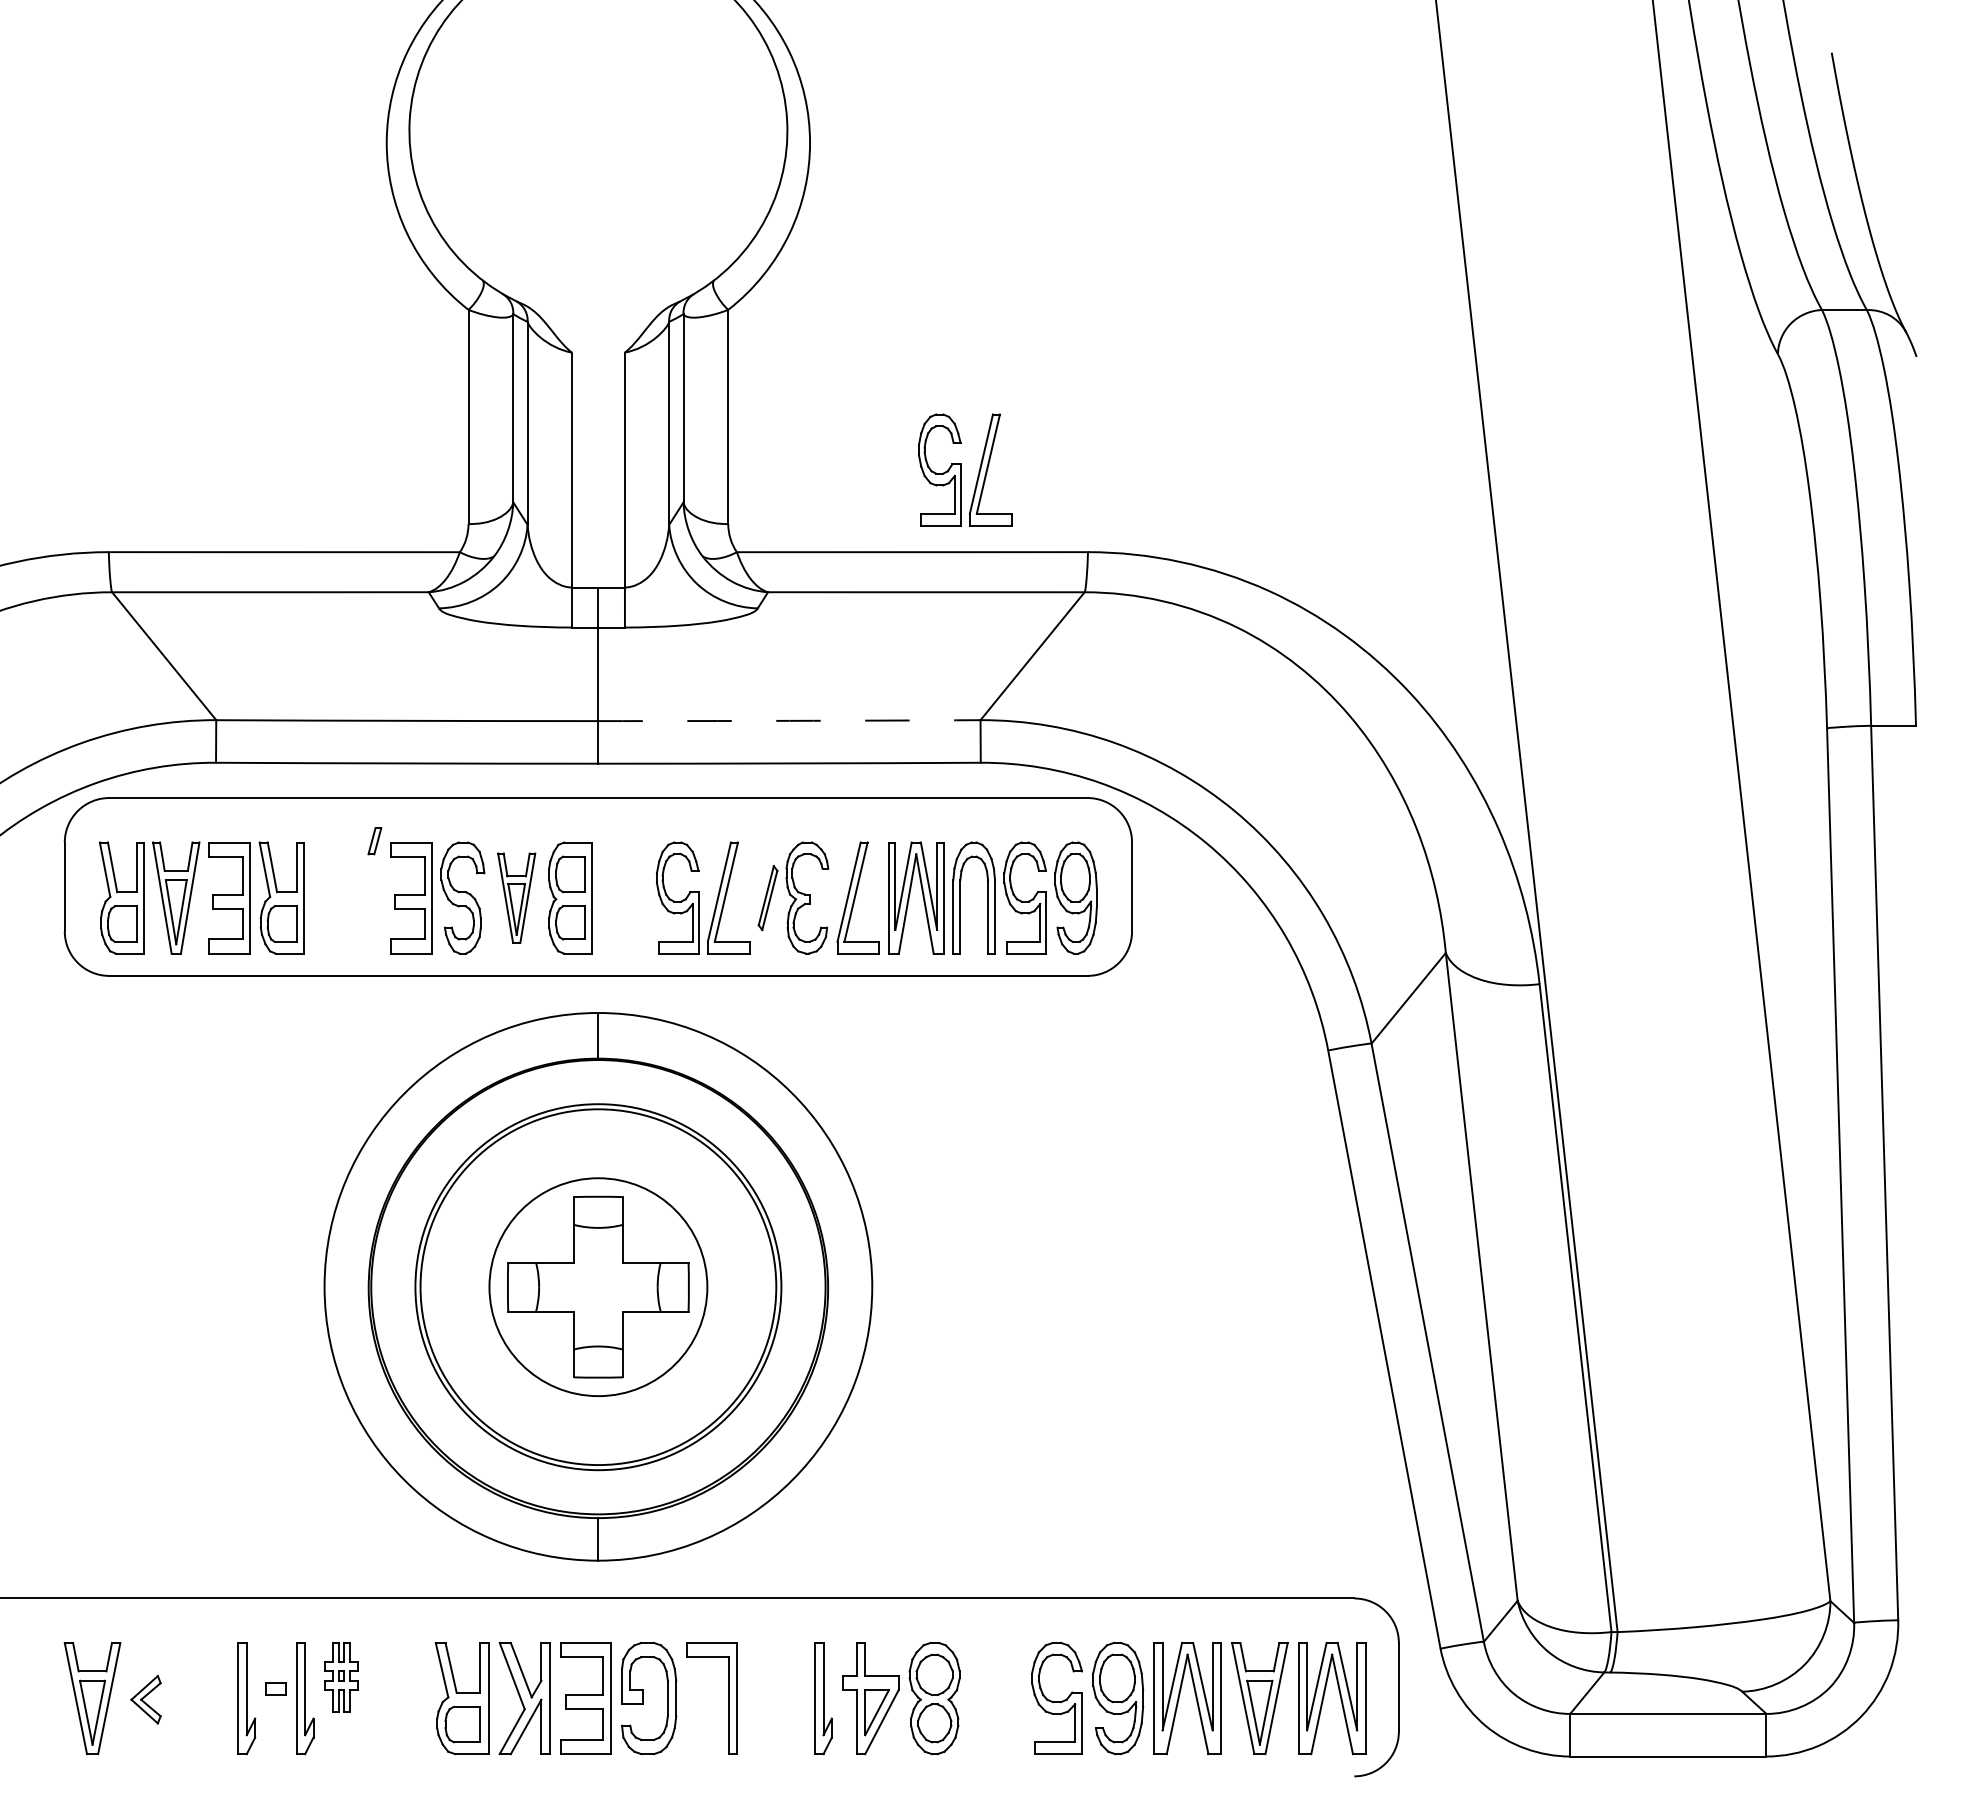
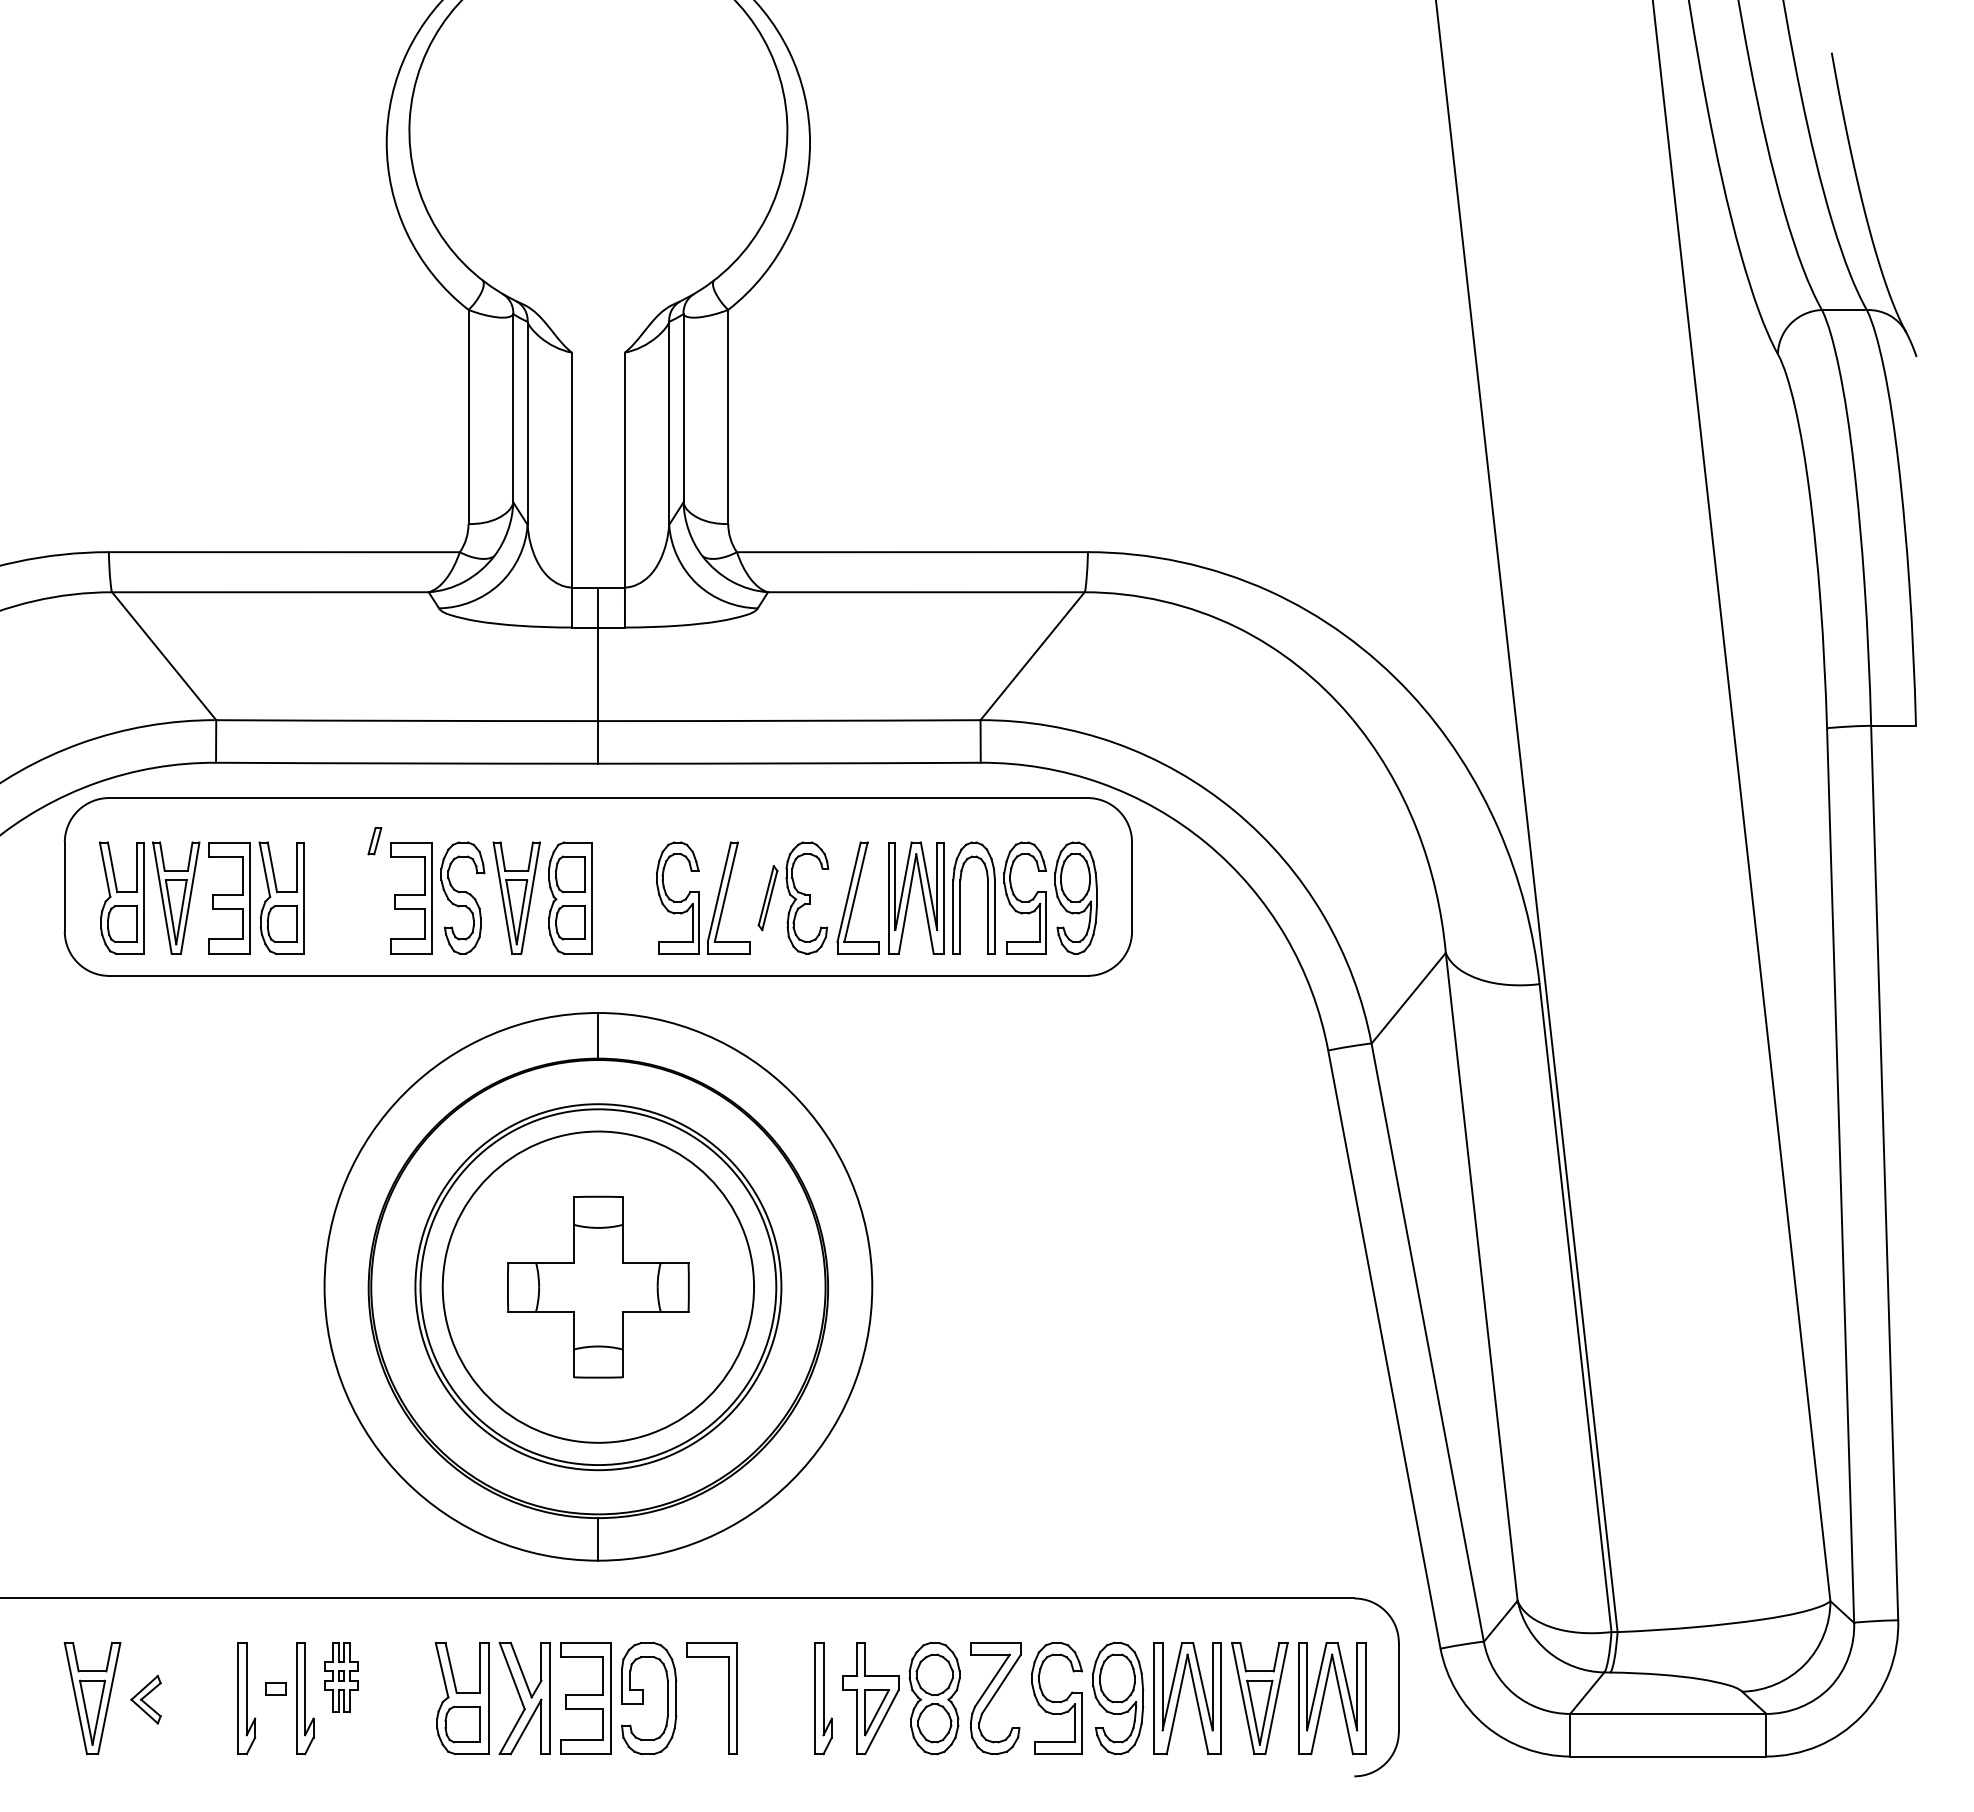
part at (965, 469): present -> none
arc at (789, 720): dashed -> solid
part at (516, 897) size: 40x92 px -> 49x114 px
circle at (598, 1287) diameter: 218 px -> 311 px
part at (995, 1698): none -> present
